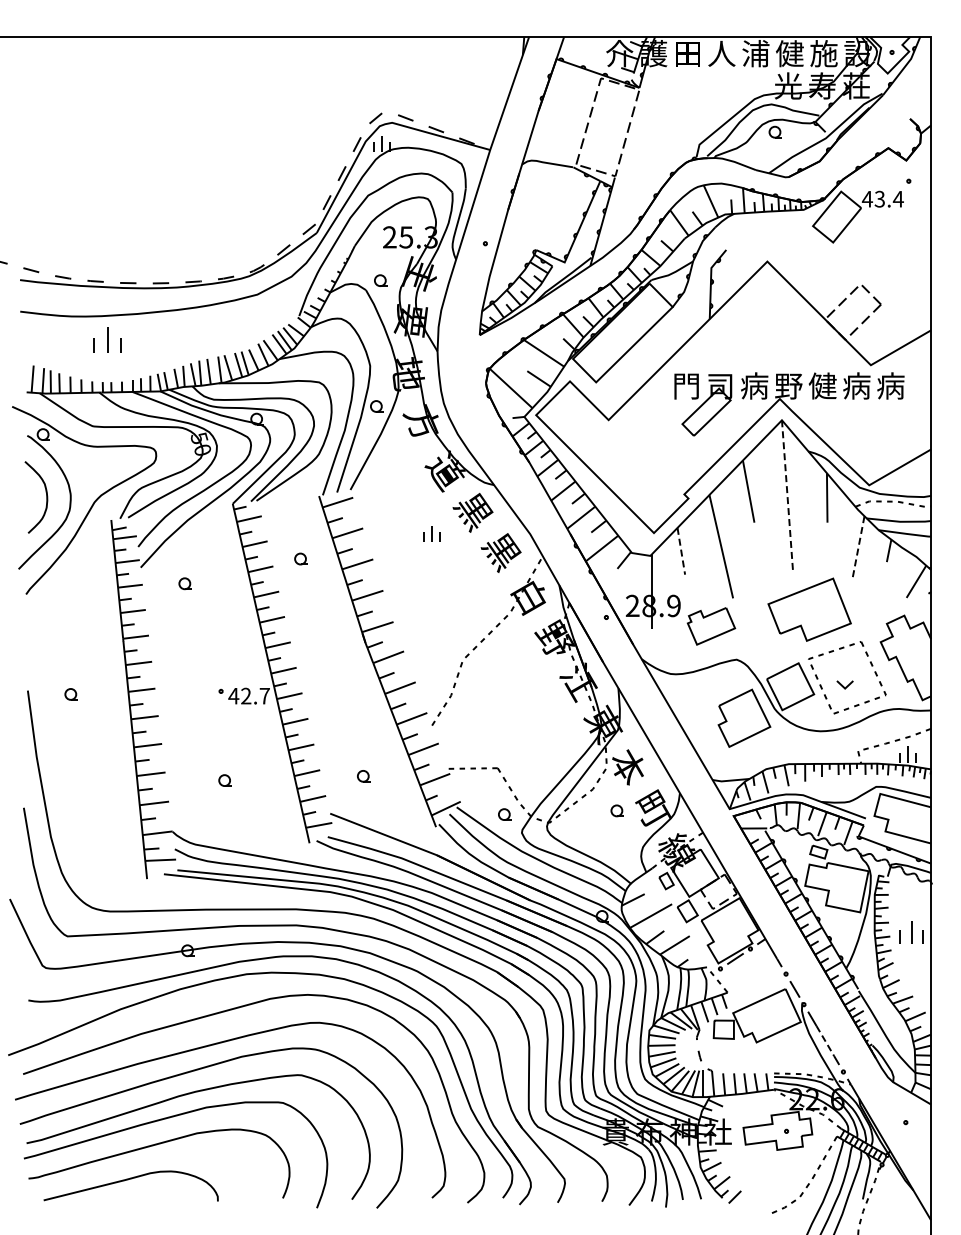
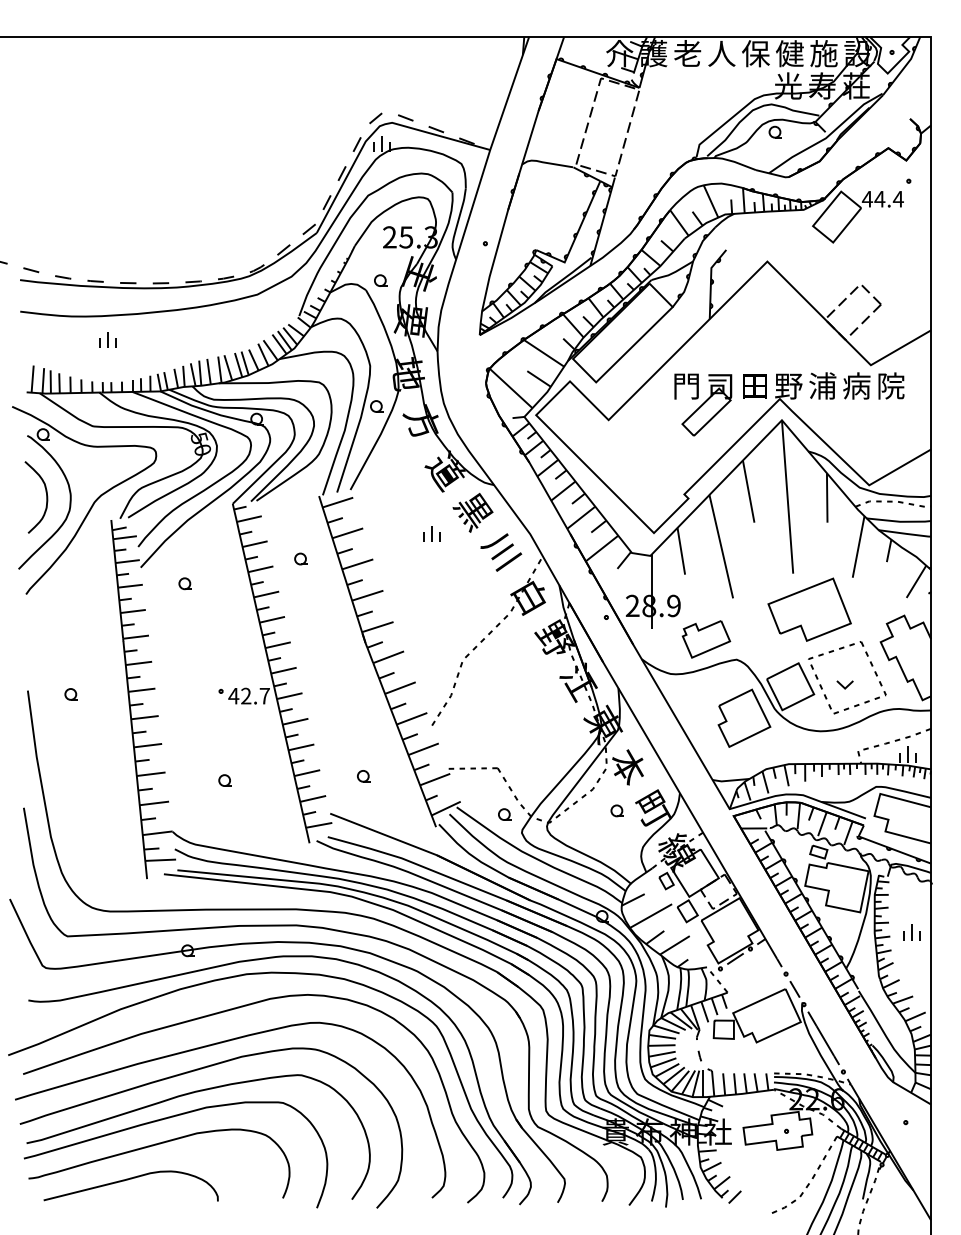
text at (687, 53): 田 -> 老
text at (755, 53): 浦 -> 保
text at (879, 198): 43.4 -> 44.4
part at (107, 339) size: 29x26 px -> 18x16 px
text at (754, 385): 病 -> 田
text at (822, 385): 健 -> 浦
text at (890, 385): 病 -> 院
line at (787, 497): dashed -> solid
line at (858, 547): dashed -> solid
line at (681, 551): dashed -> solid
text at (501, 552): 黒 -> 川
part at (711, 626) position: (711, 626) -> (706, 639)
part at (911, 932) size: 25x23 px -> 18x17 px
line at (825, 1041): dashed -> solid
